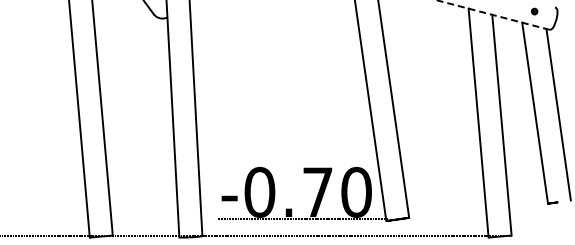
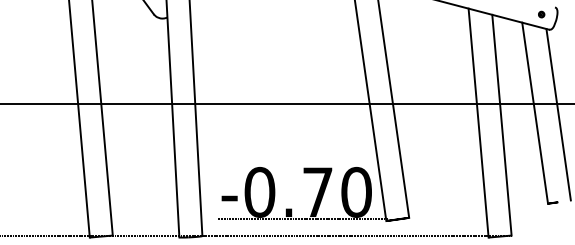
part at (534, 11) position: (534, 11) -> (541, 14)
line at (493, 15): dashed -> solid
line at (286, 103): none -> present
